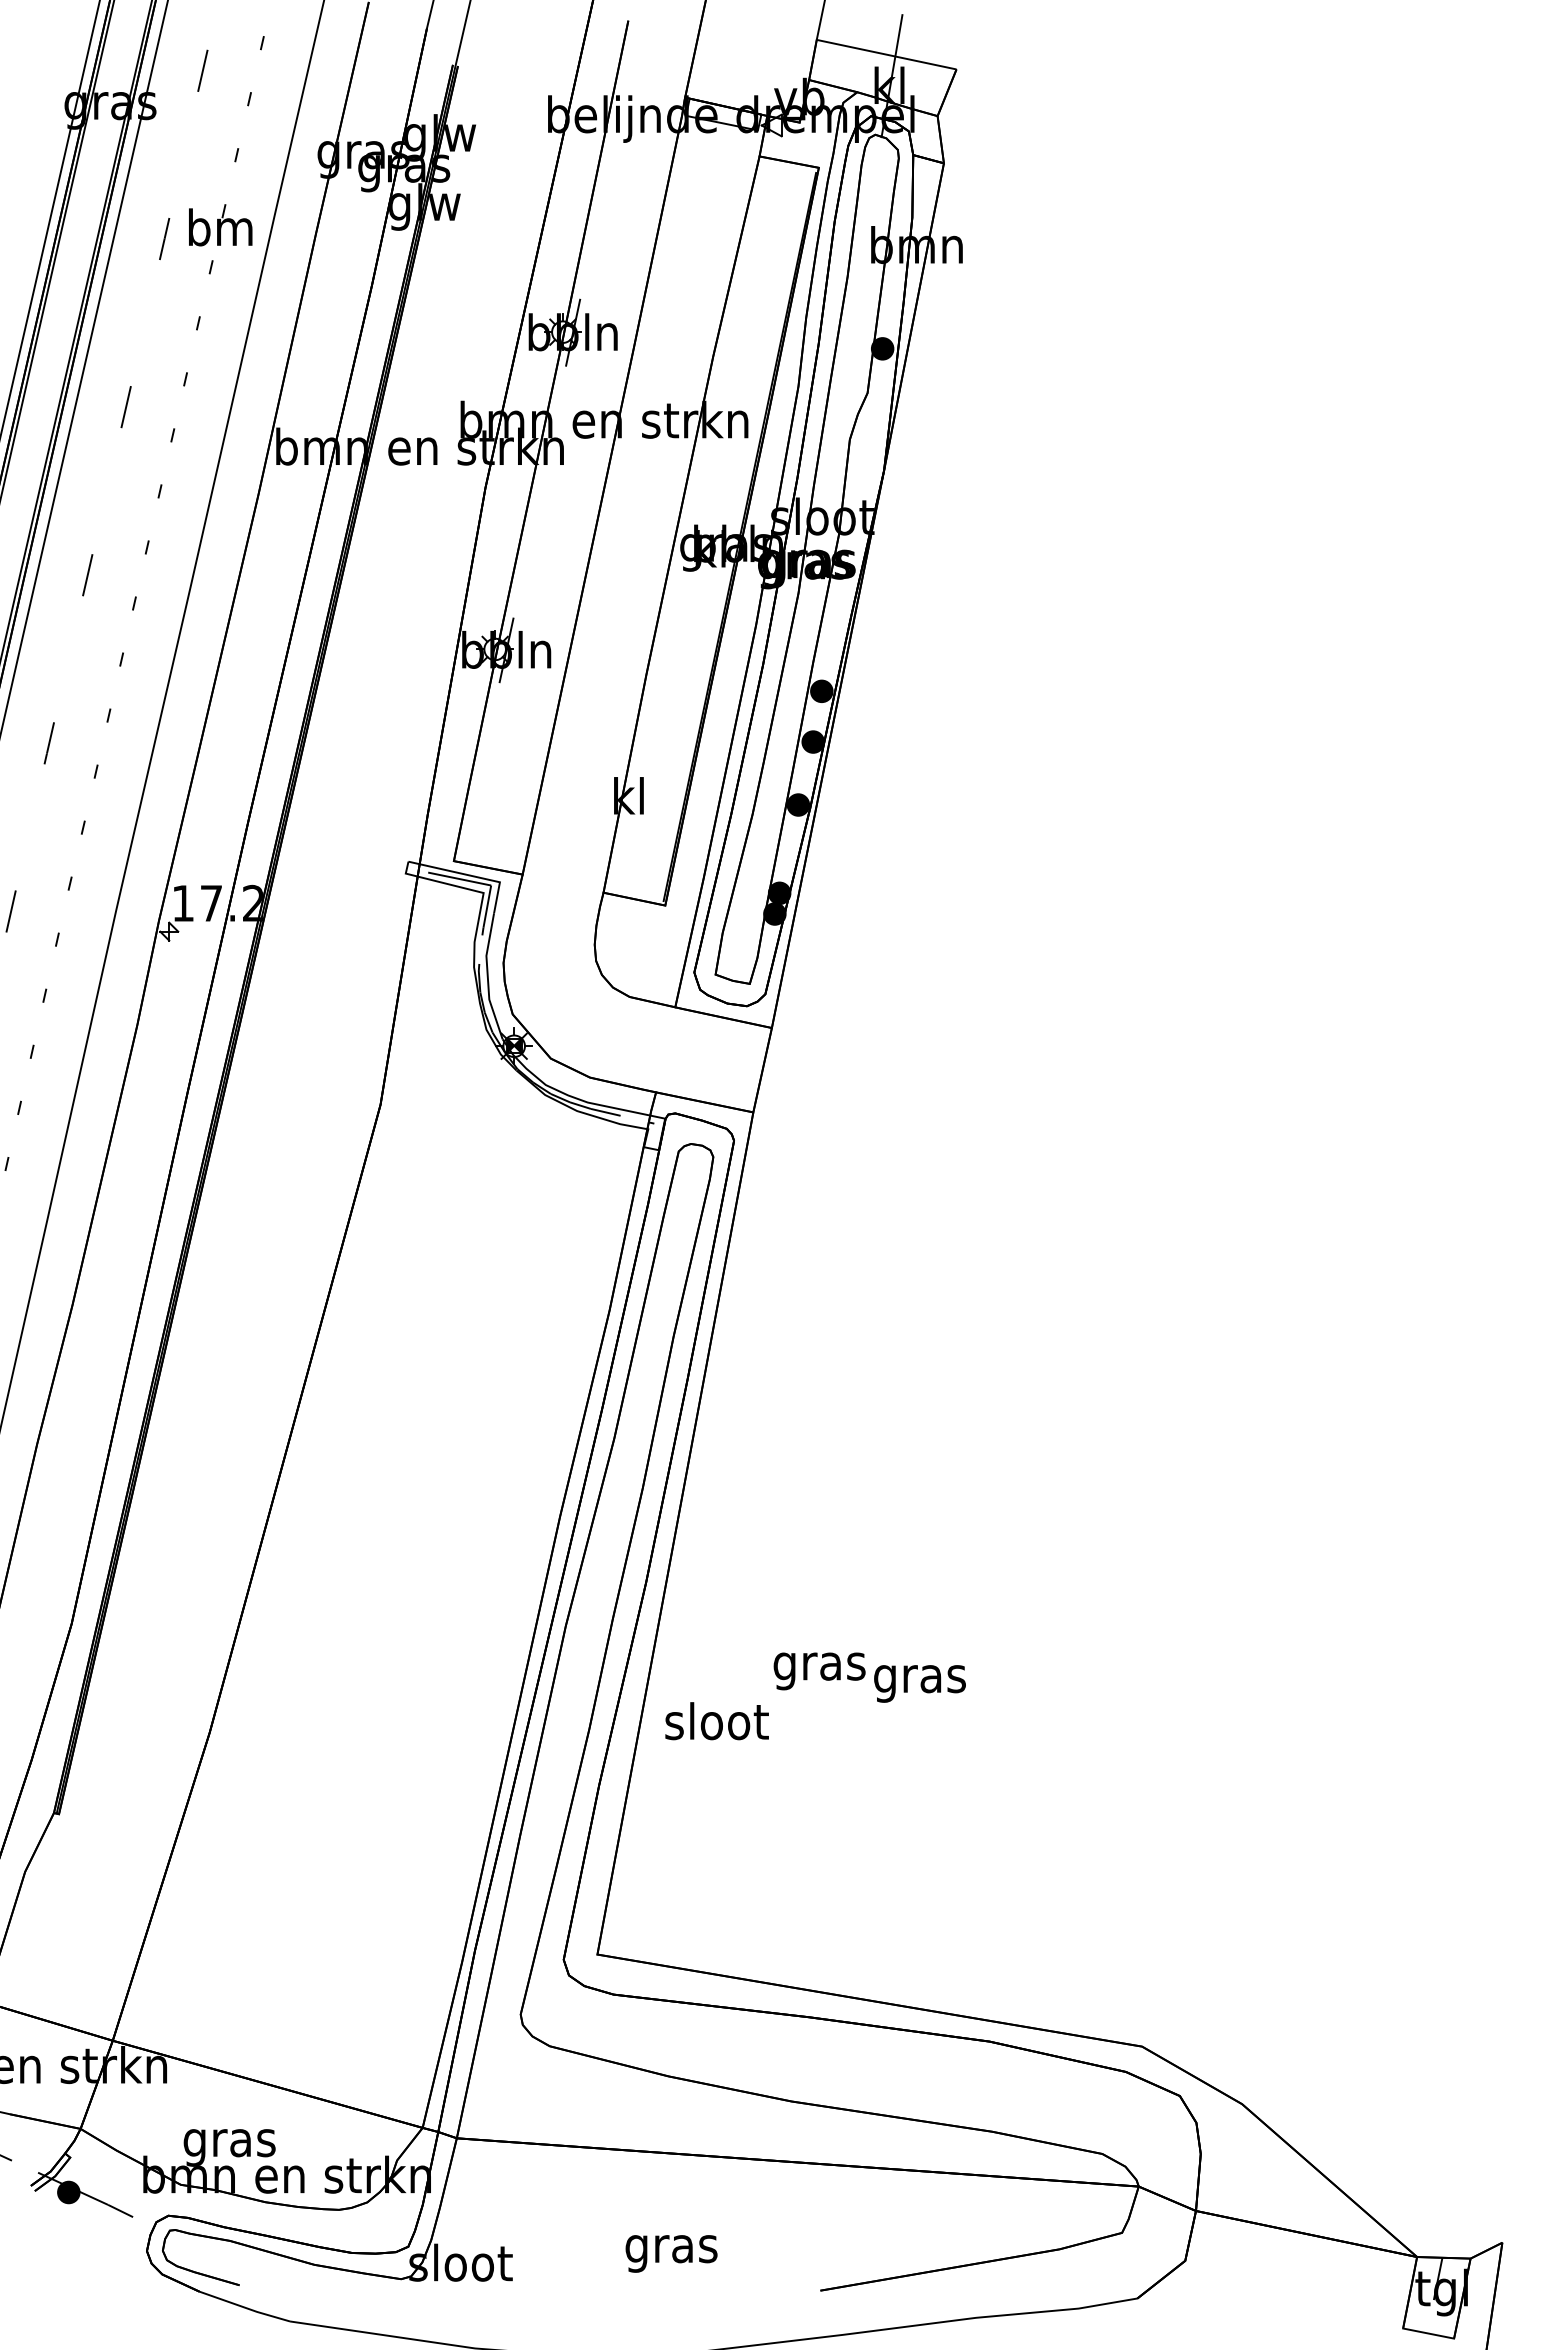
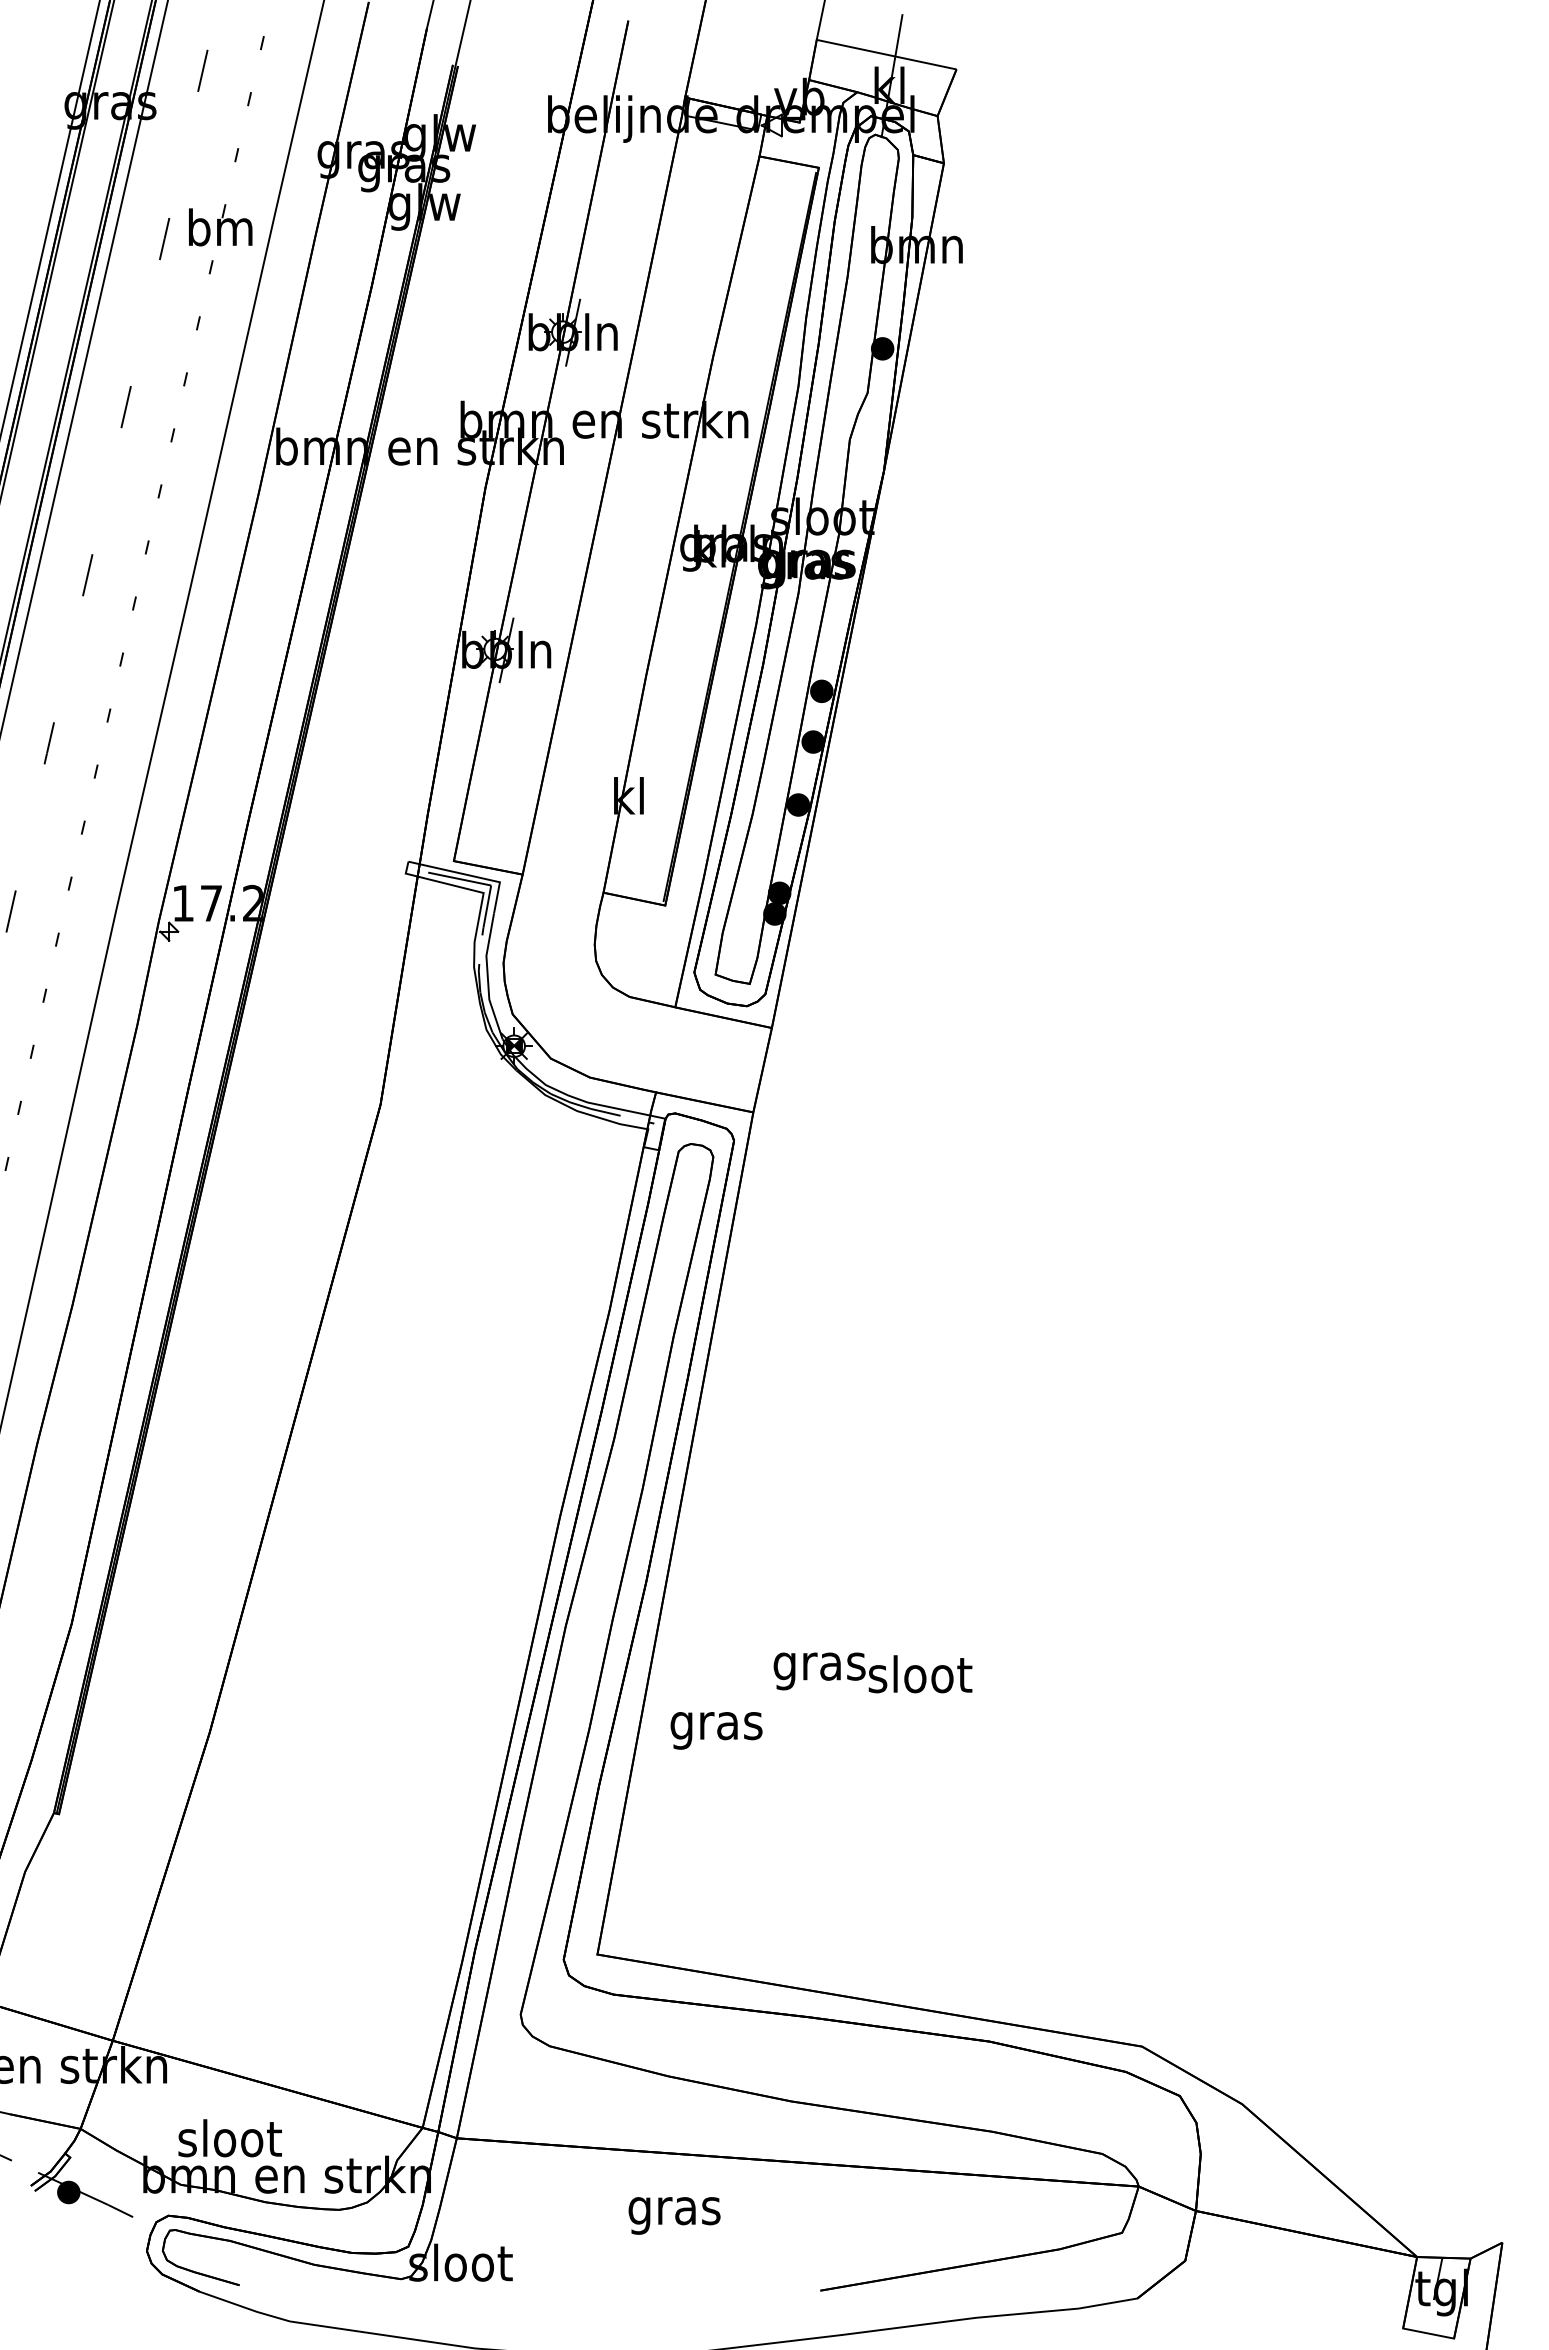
text at (920, 1678): gras -> sloot
text at (716, 1725): sloot -> gras
text at (229, 2142): gras -> sloot
text at (671, 2253) position: (671, 2253) -> (674, 2215)
